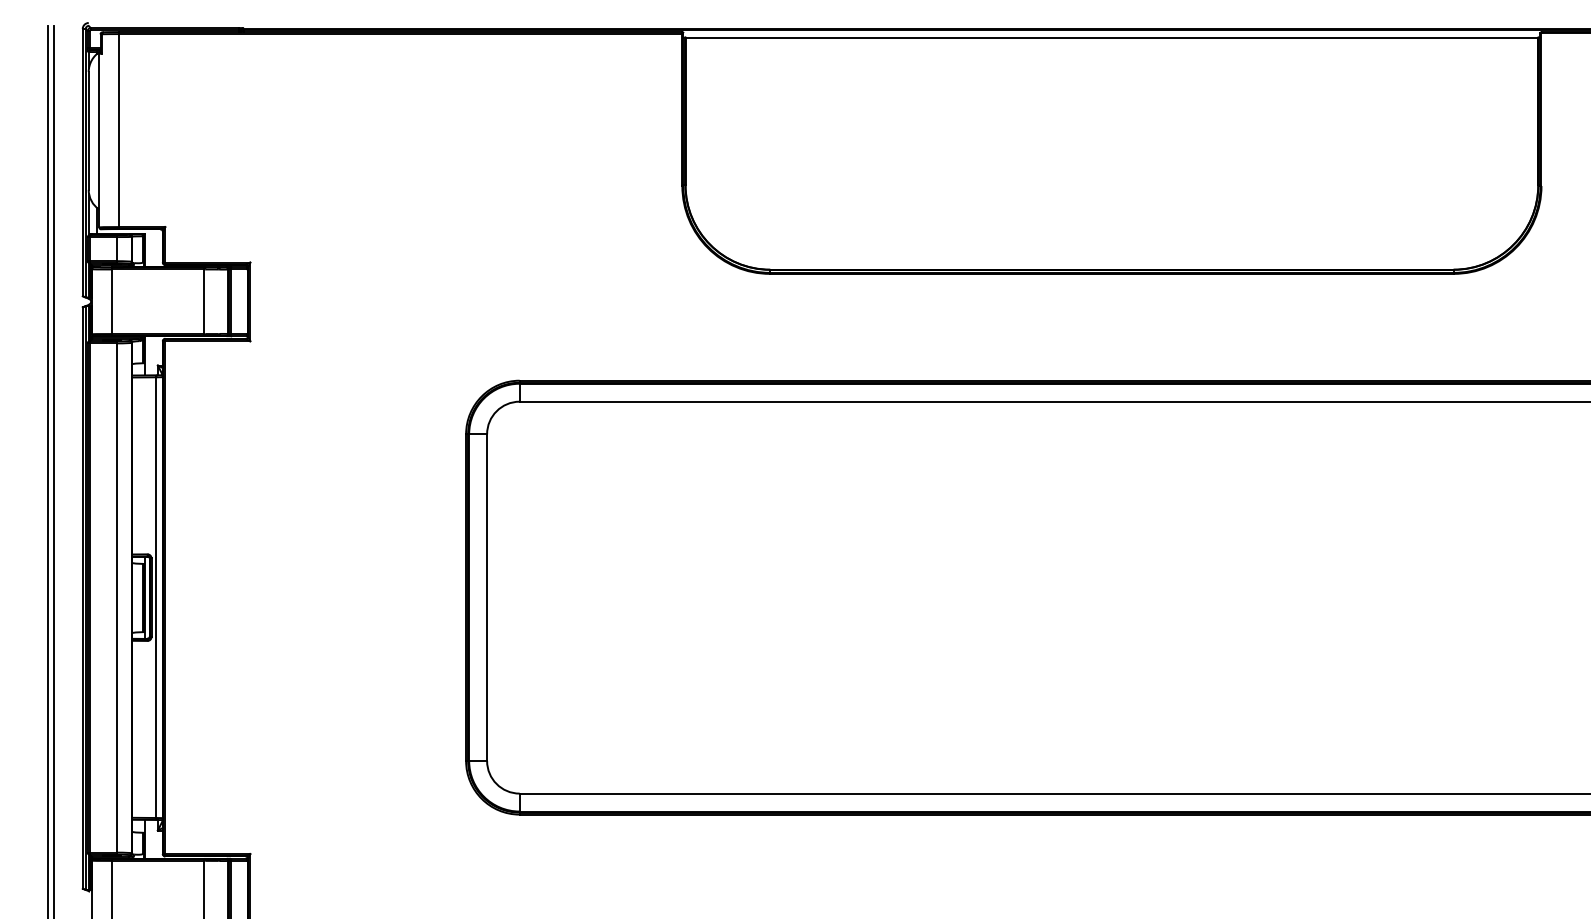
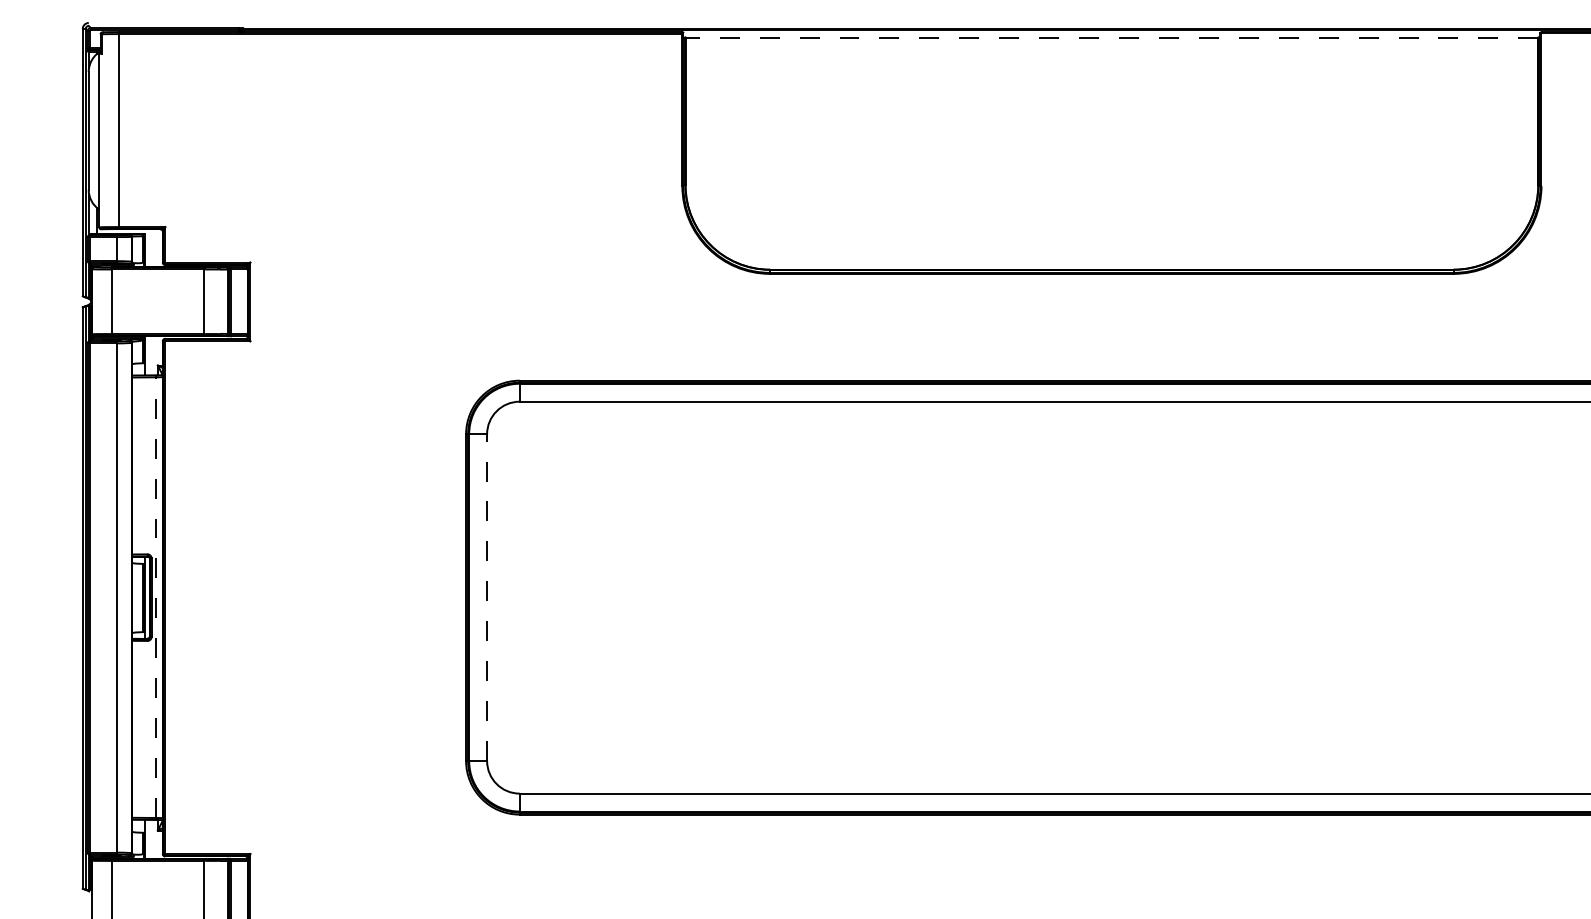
line at (1111, 37): solid -> dashed
line at (47, 470): present -> none
line at (53, 470): present -> none
line at (156, 597): solid -> dashed
line at (487, 597): solid -> dashed
